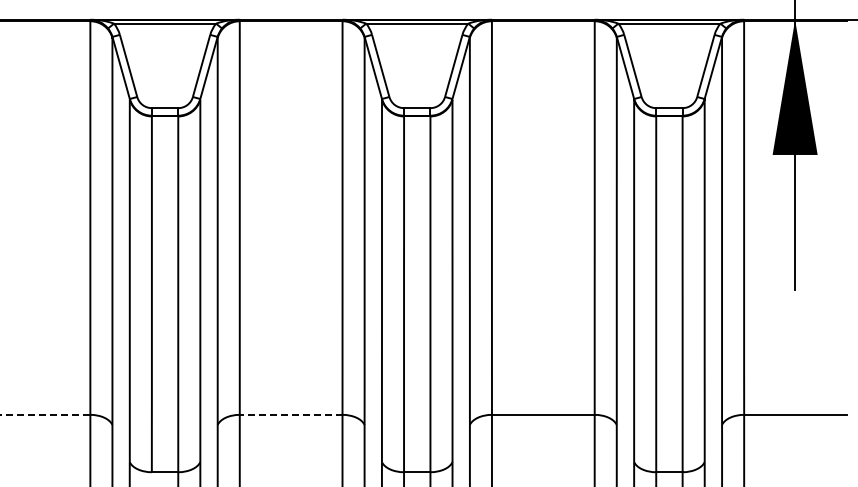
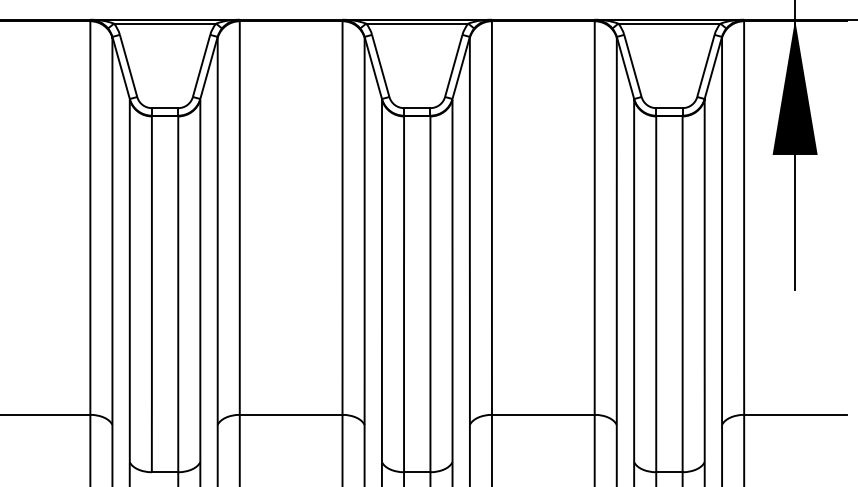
line at (45, 414): dashed -> solid
line at (290, 414): dashed -> solid
